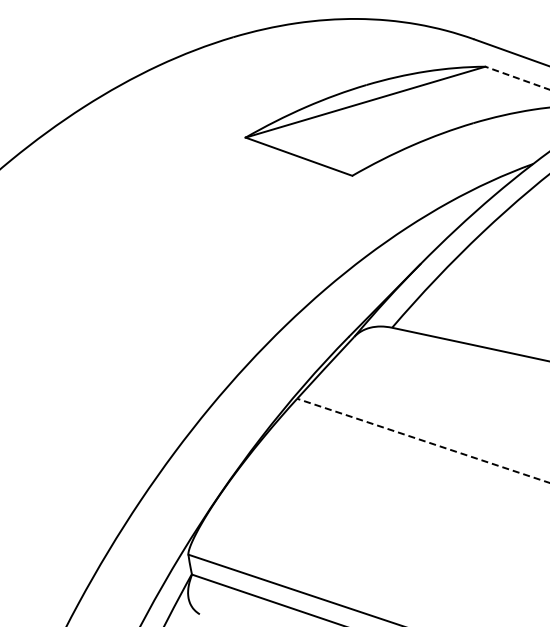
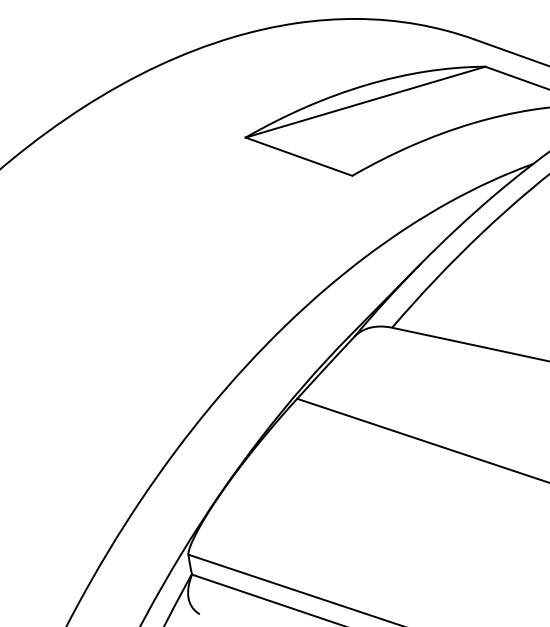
line at (517, 78): dashed -> solid
line at (423, 440): dashed -> solid
